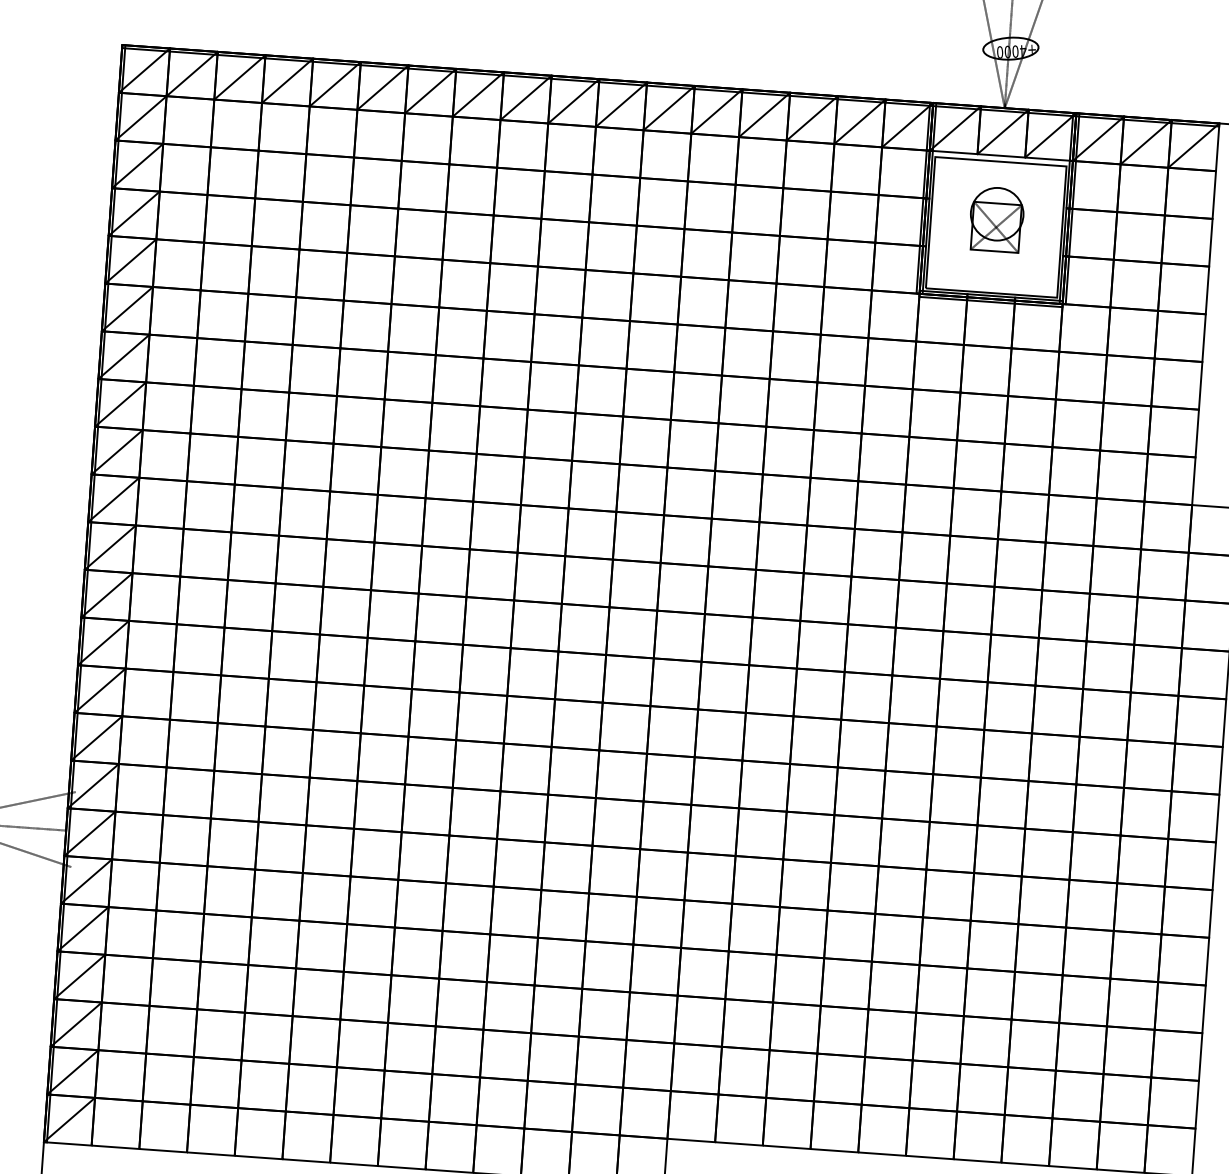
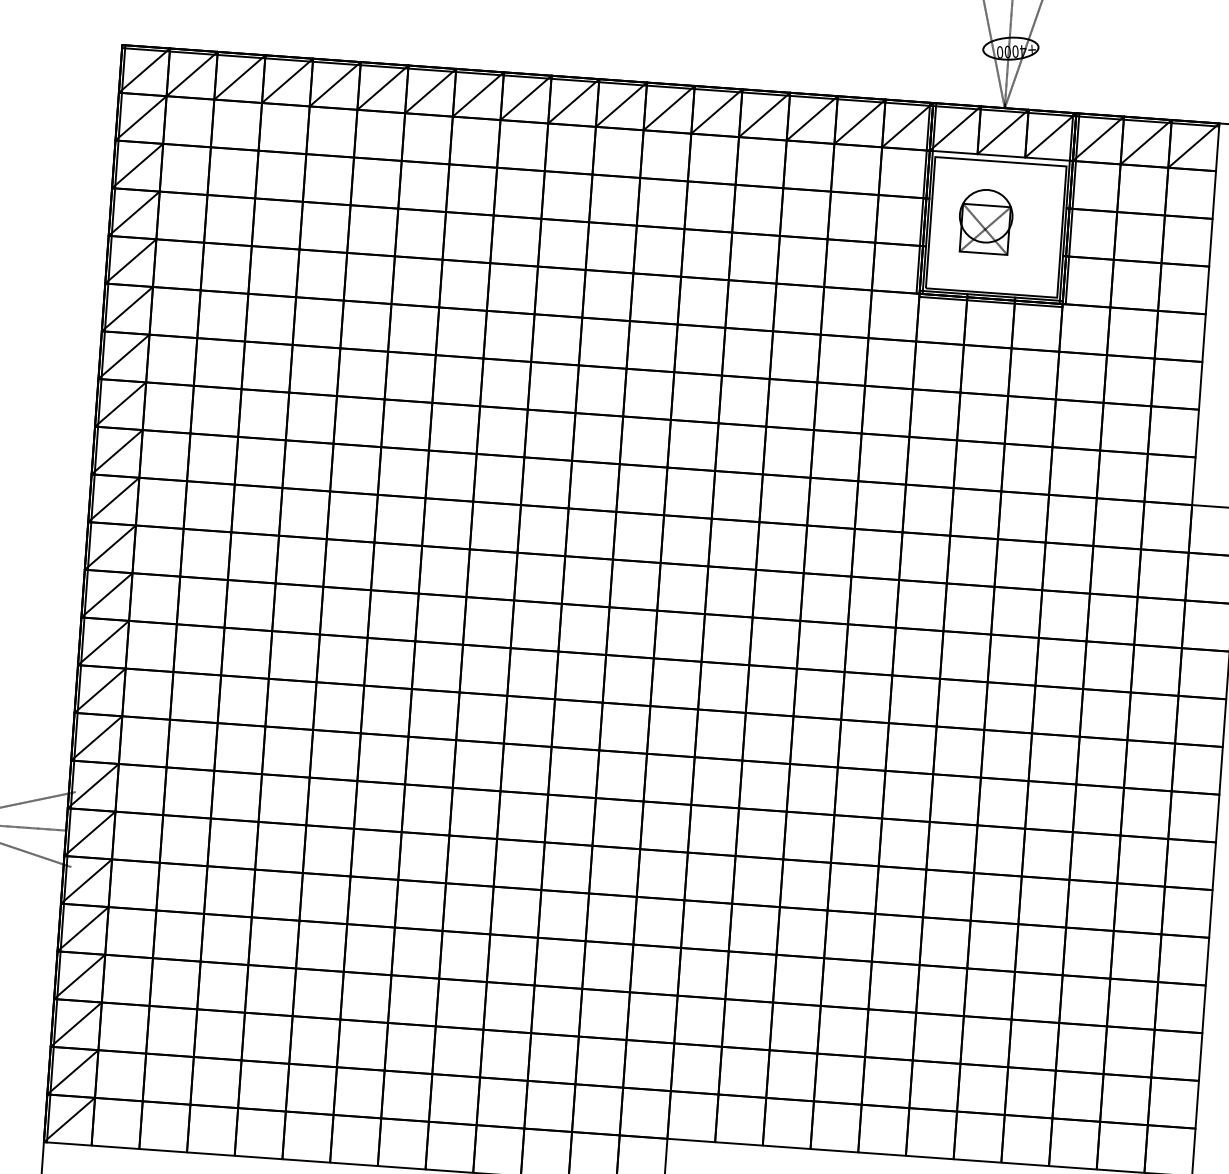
part at (996, 220) position: (996, 220) -> (985, 222)
